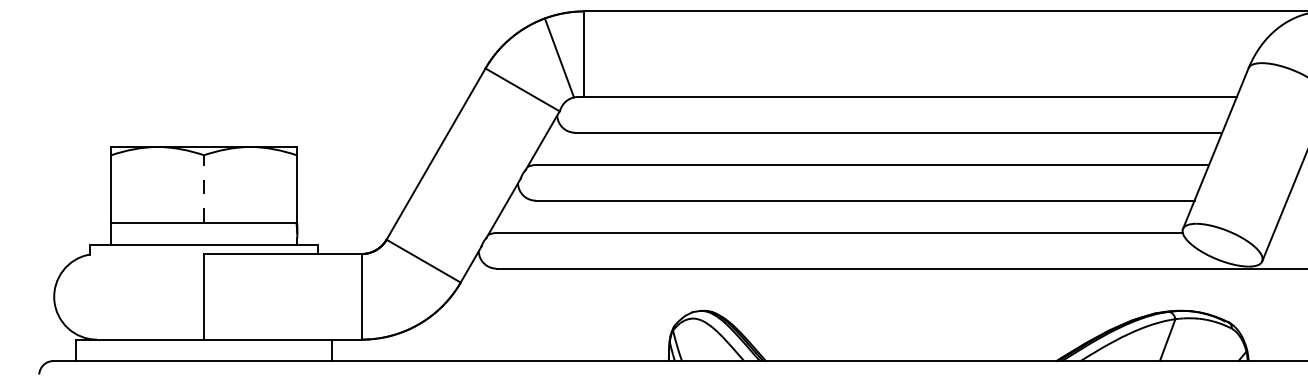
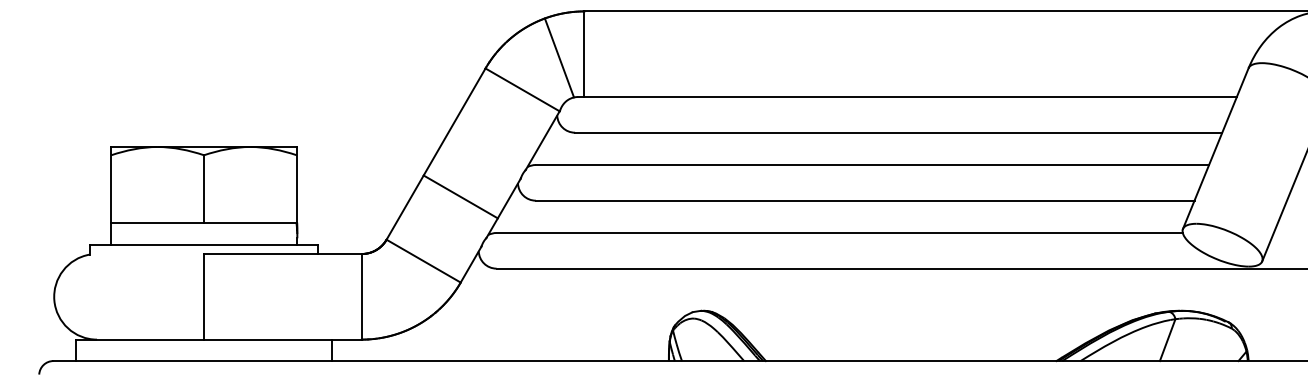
line at (204, 188): dashed -> solid
line at (460, 196): none -> present
